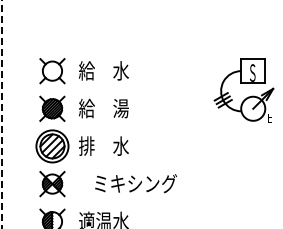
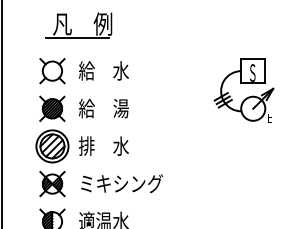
part at (71, 29): none -> present
line at (2, 114): dashed -> solid
text at (135, 183) position: (135, 183) -> (121, 183)
